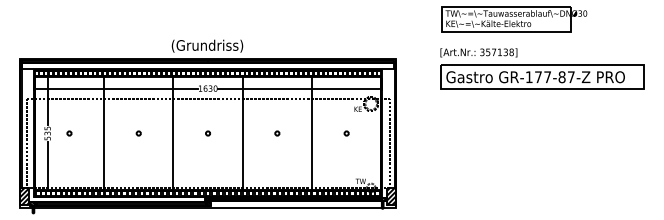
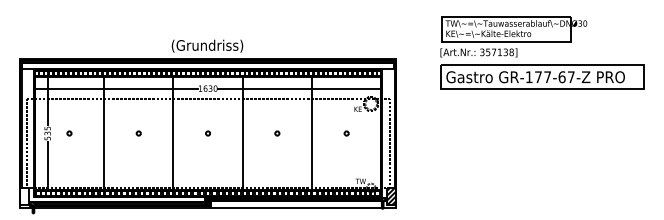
part at (514, 19) position: (514, 19) -> (514, 29)
text at (561, 76): GR-177-87-Z -> GR-177-67-Z
hatch at (24, 196): present -> none
